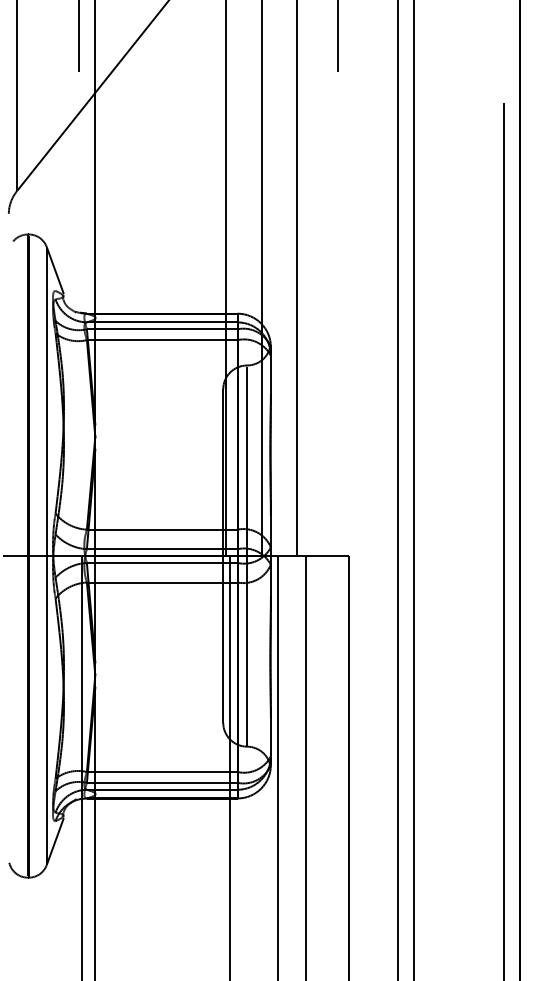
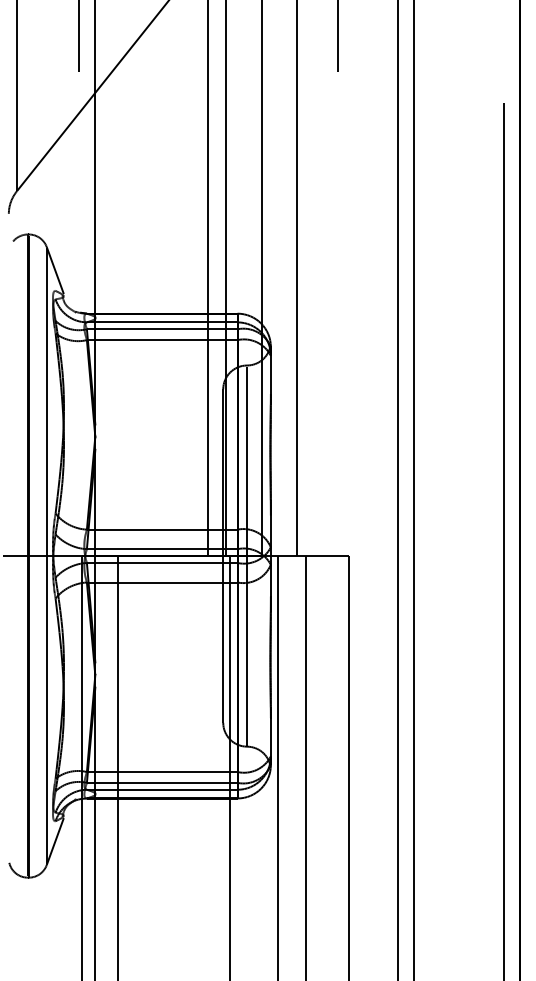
line at (208, 279): none -> present
line at (118, 766): none -> present
